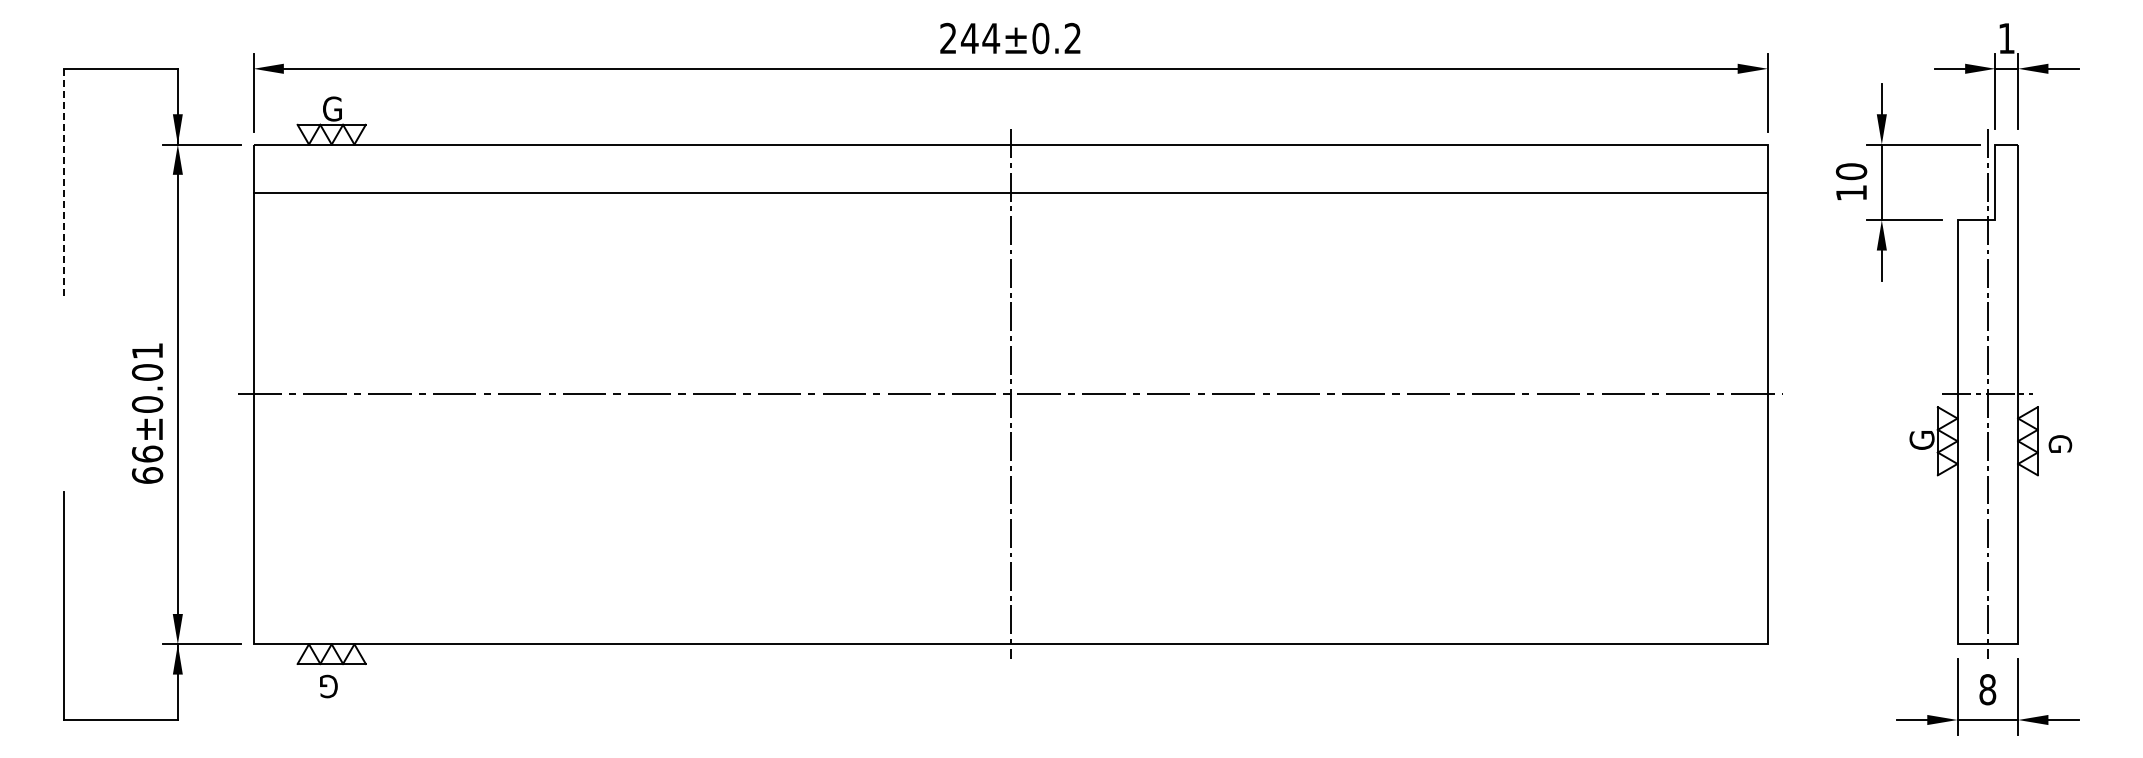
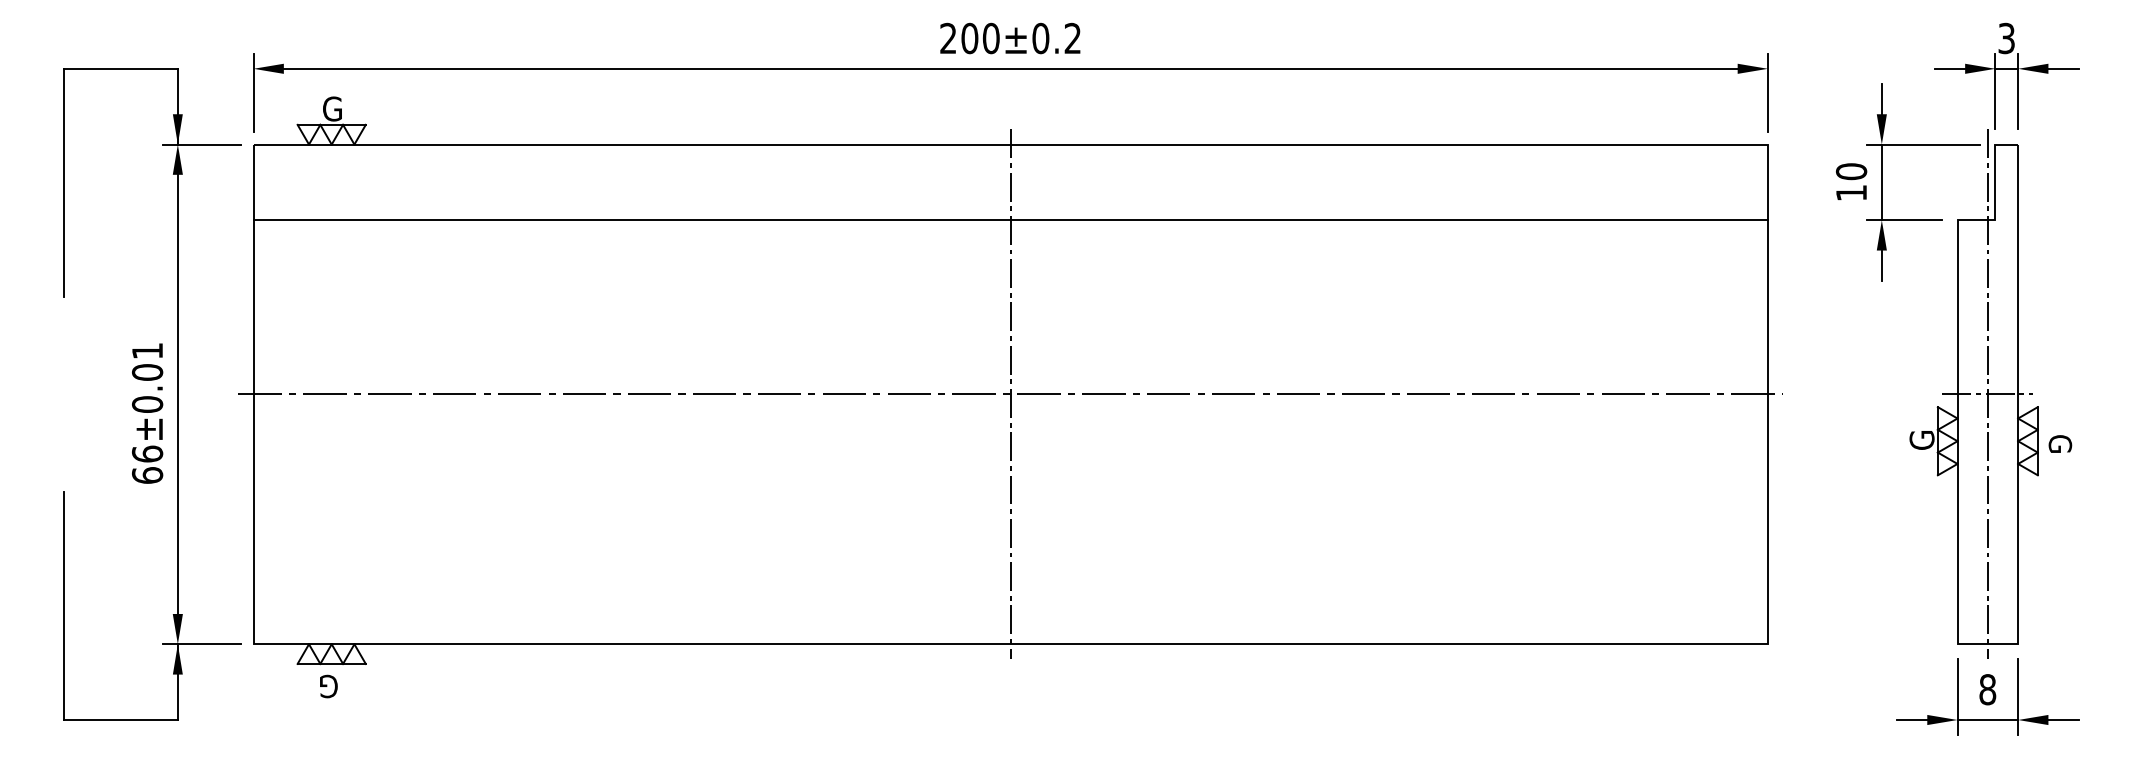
text at (980, 38): 244±0.2 -> 200±0.2
text at (2006, 38): 1 -> 3
line at (64, 182): dashed -> solid
line at (1010, 193) position: (1010, 193) -> (1010, 220)
